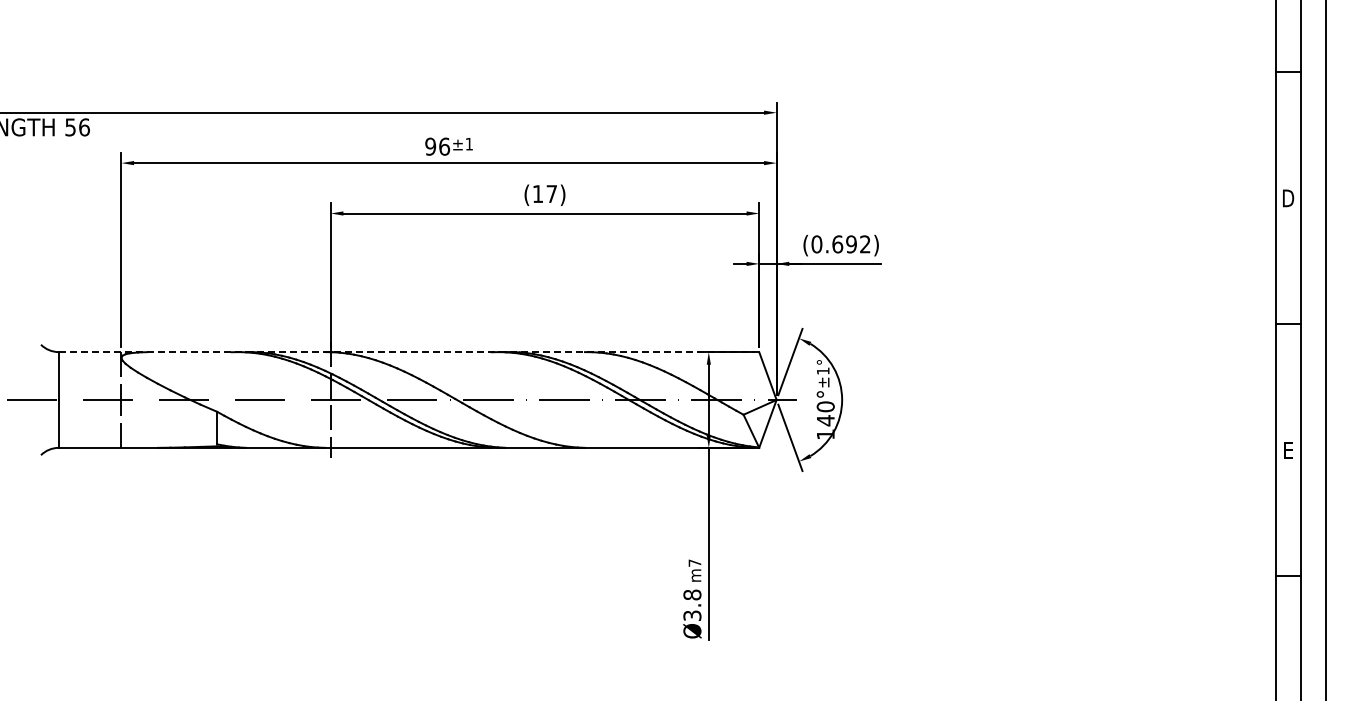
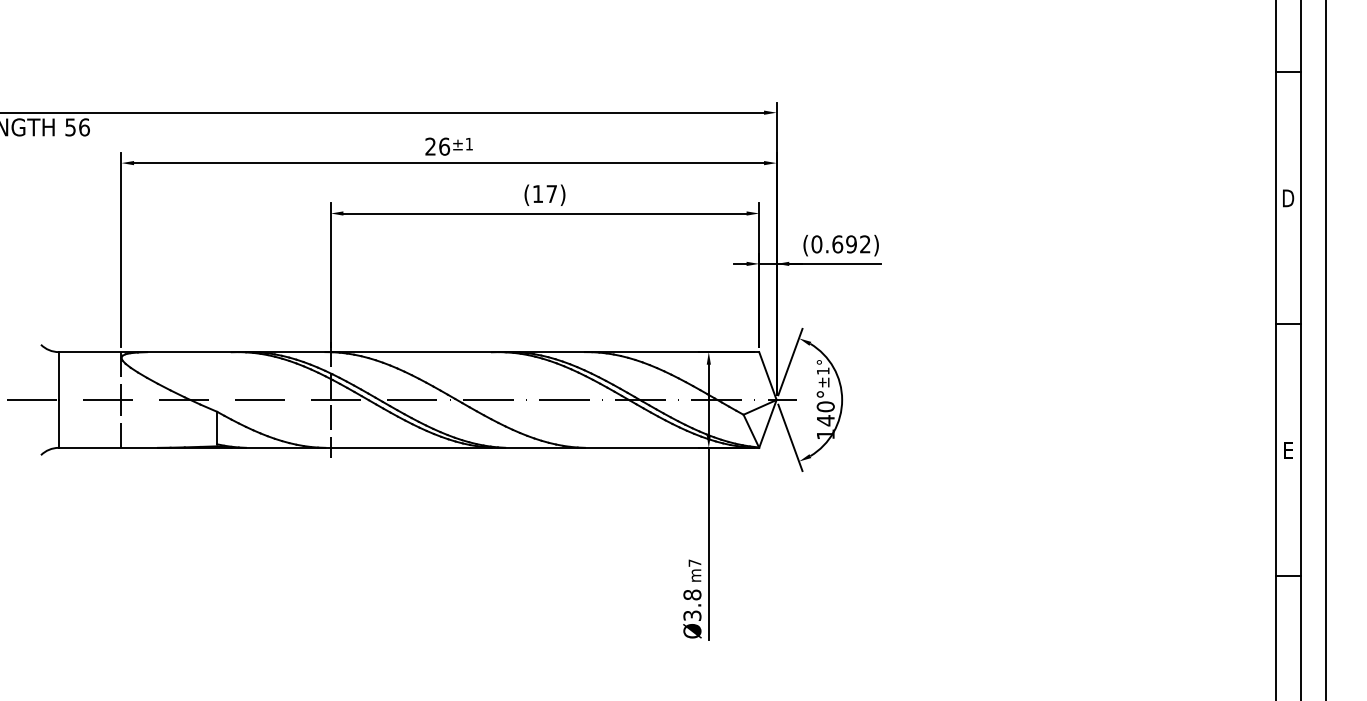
text at (430, 146): 96 -> 26
line at (409, 352): dashed -> solid
